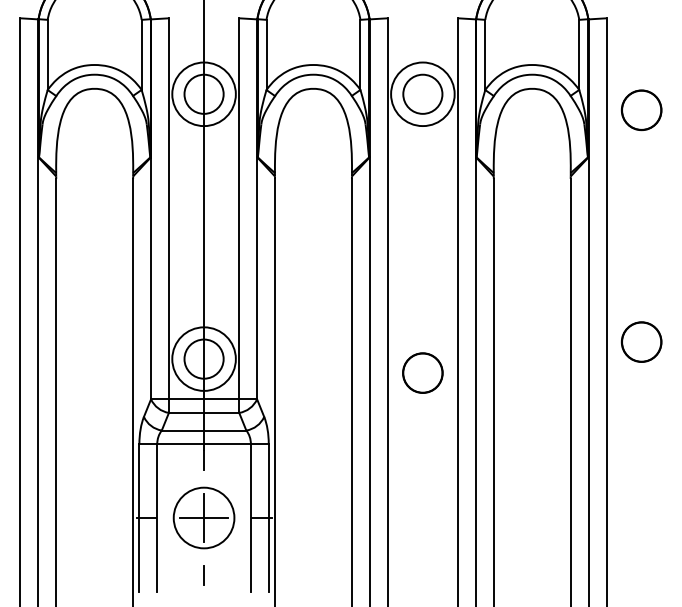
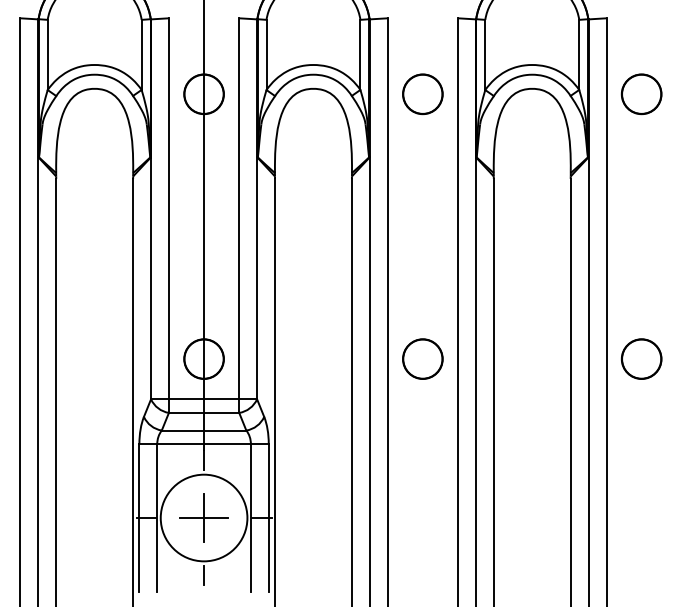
circle at (203, 94) diameter: 64 px -> 40 px
circle at (422, 94) diameter: 64 px -> 40 px
part at (641, 110) position: (641, 110) -> (641, 94)
part at (641, 341) position: (641, 341) -> (641, 358)
circle at (203, 358) diameter: 64 px -> 40 px
circle at (422, 372) position: (422, 372) -> (422, 358)
circle at (203, 517) diameter: 61 px -> 87 px
